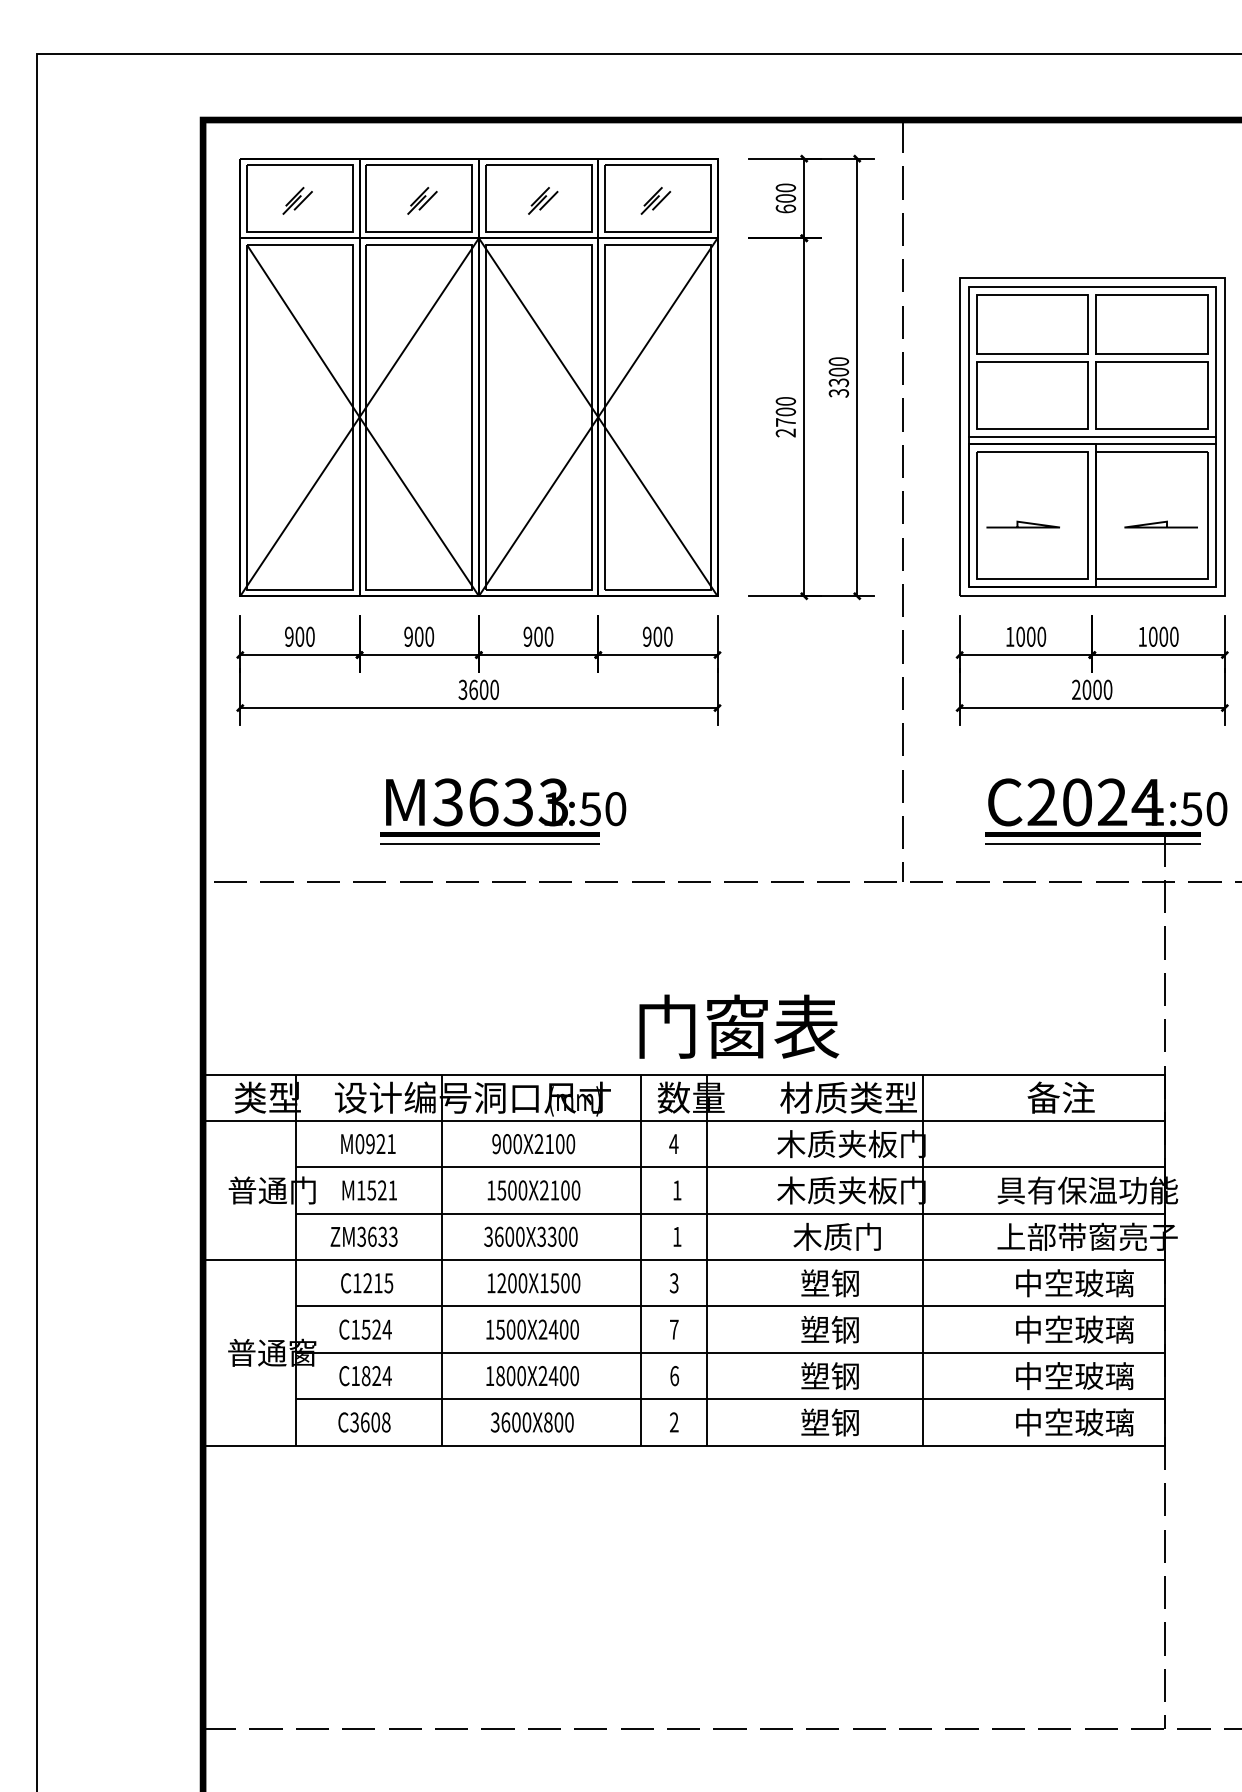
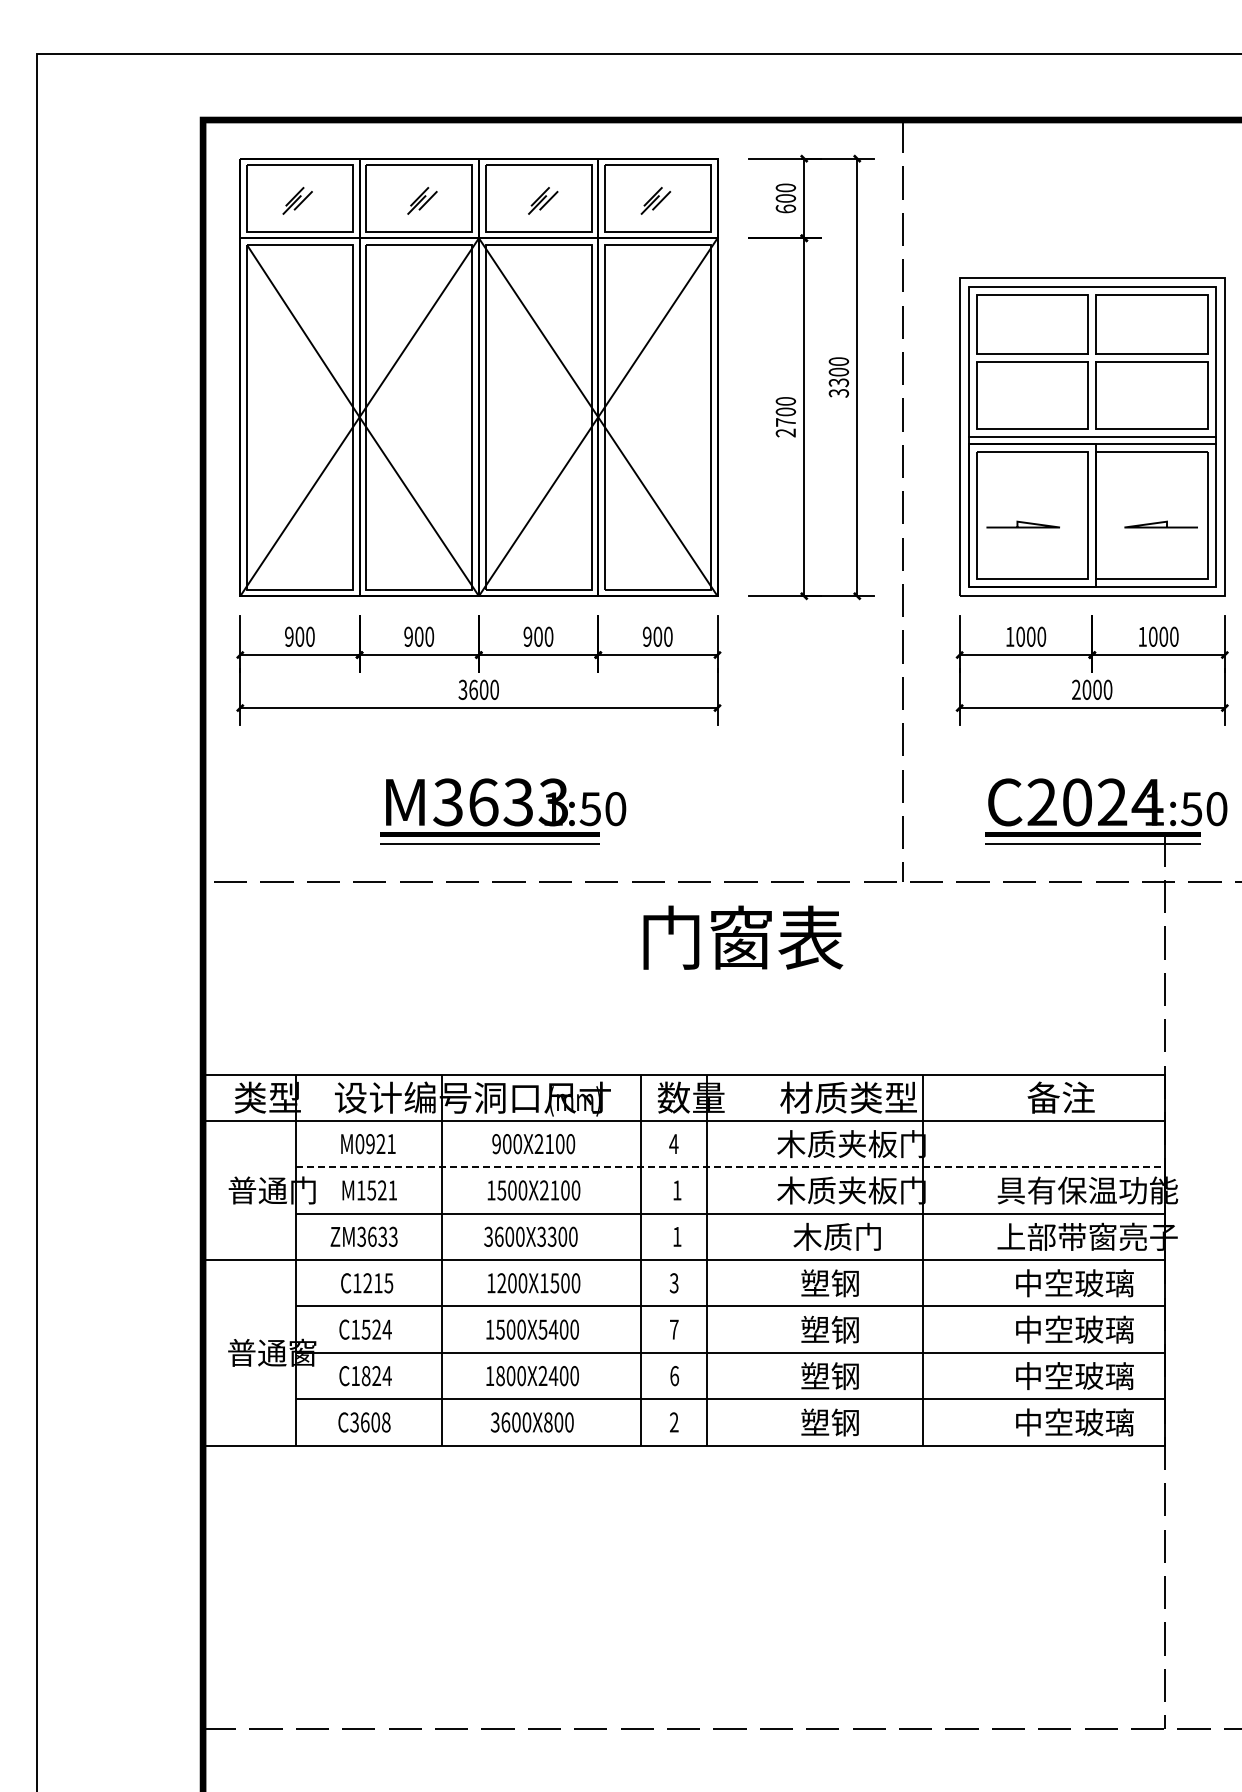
text at (739, 1026) position: (739, 1026) -> (743, 937)
line at (730, 1167): solid -> dashed
text at (542, 1329): 1500X2400 -> 1500X5400
